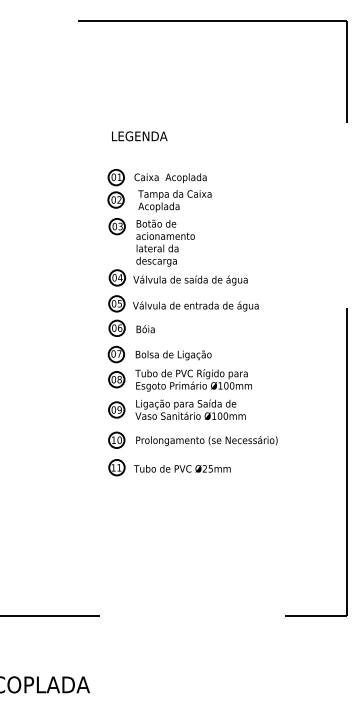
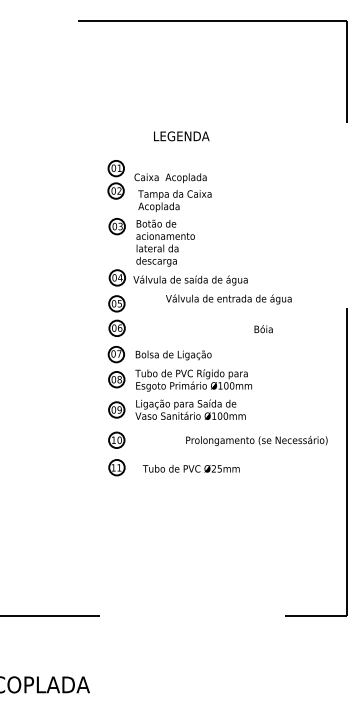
text at (139, 136) position: (139, 136) -> (181, 136)
part at (115, 188) position: (115, 188) -> (115, 179)
text at (195, 306) position: (195, 306) -> (228, 299)
text at (145, 329) position: (145, 329) -> (263, 329)
text at (206, 440) position: (206, 440) -> (256, 440)
text at (181, 468) position: (181, 468) -> (190, 468)
